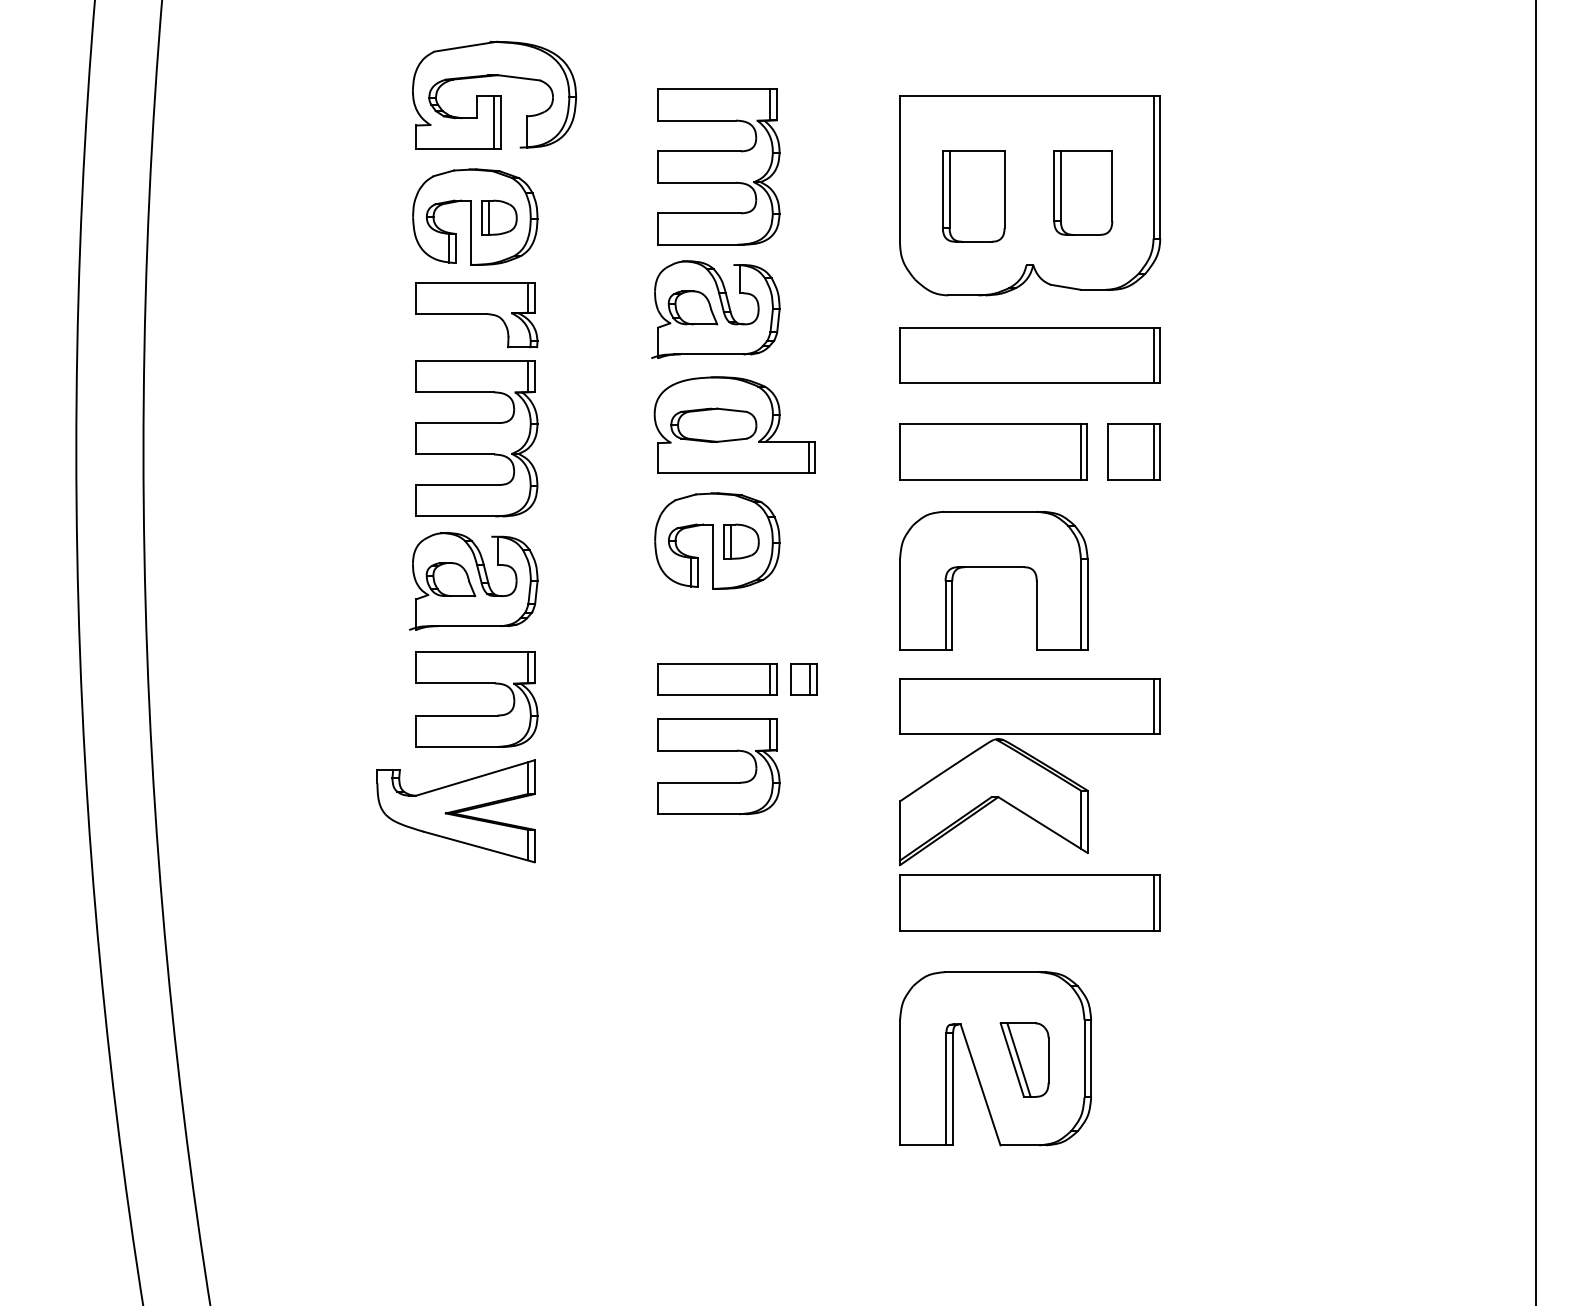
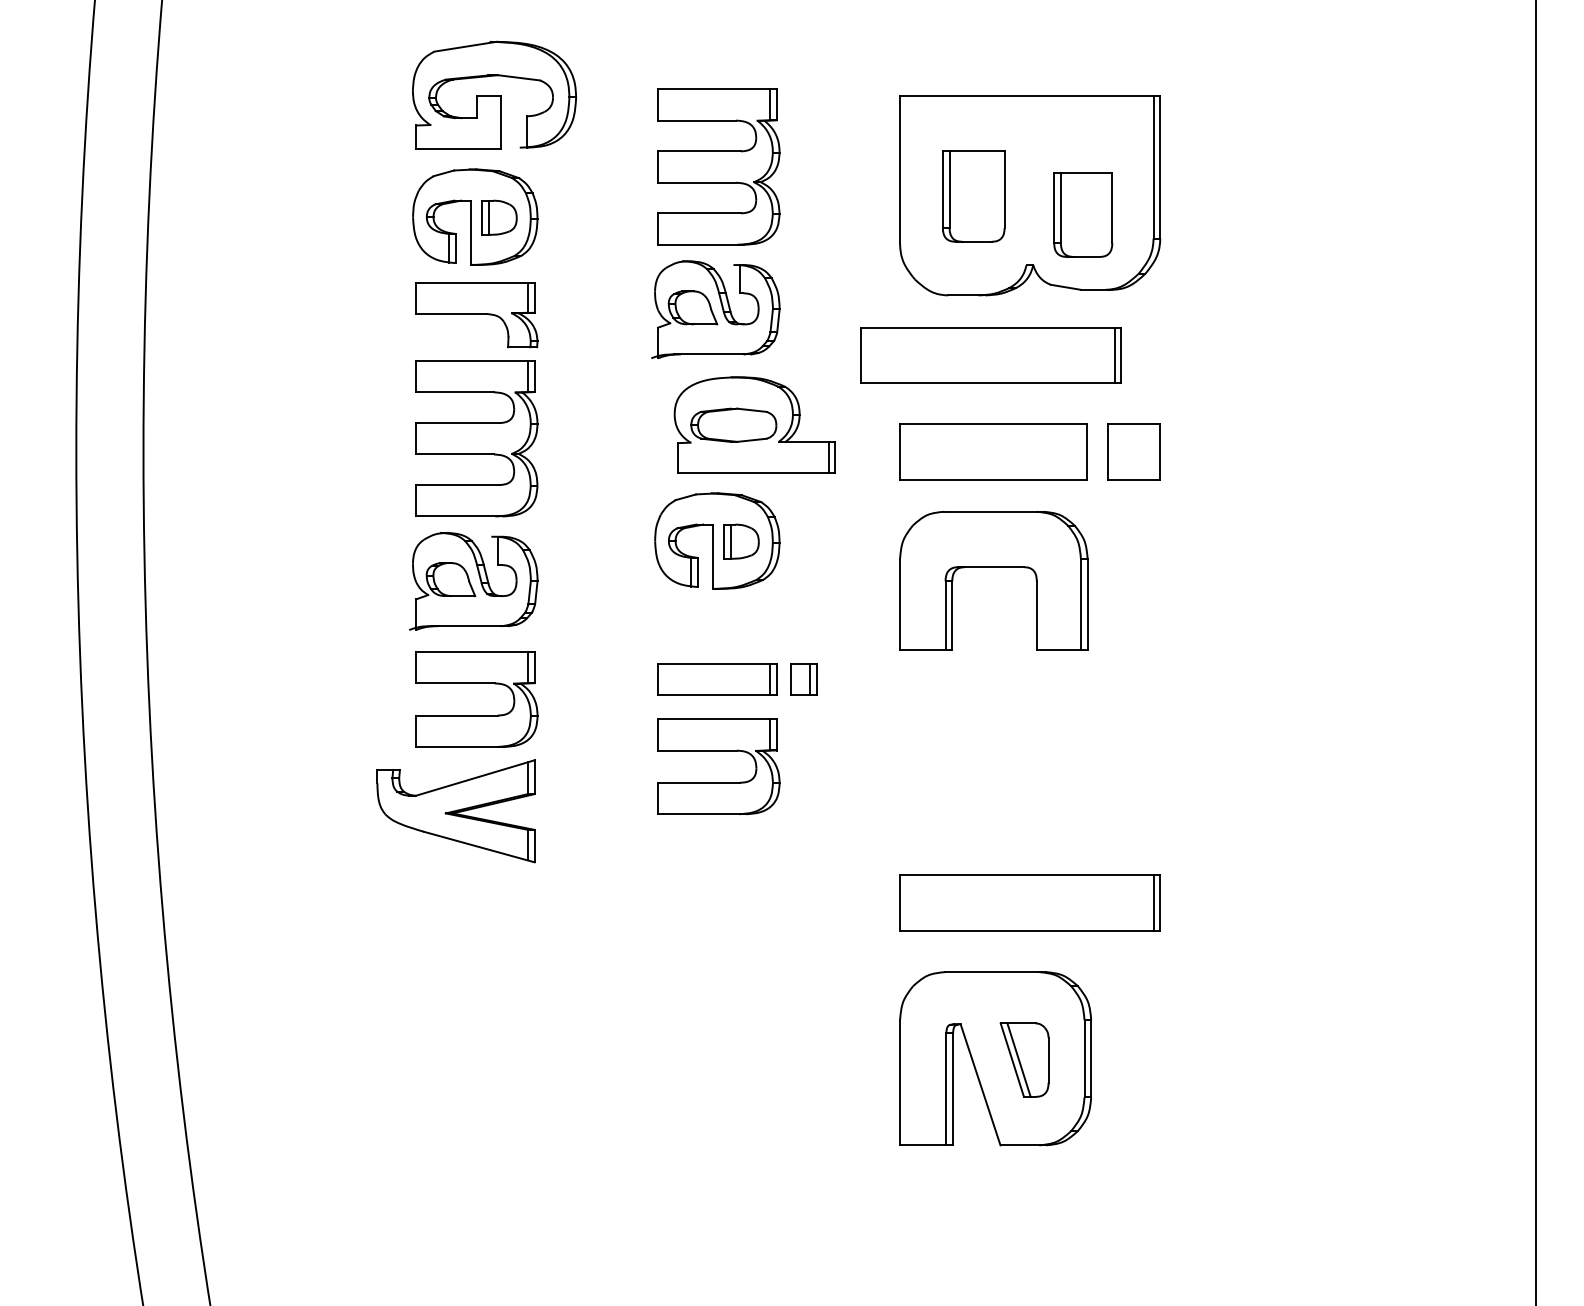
line at (493, 122): present -> none
part at (1083, 192) position: (1083, 192) -> (1083, 214)
part at (1029, 355) position: (1029, 355) -> (990, 355)
part at (734, 424) position: (734, 424) -> (754, 424)
line at (1080, 451): present -> none
line at (1153, 451): present -> none
part at (1029, 772): present -> none
